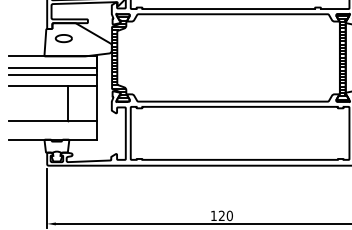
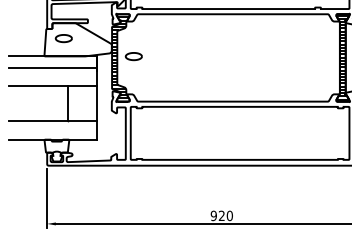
part at (133, 56): none -> present
line at (52, 74): present -> none
text at (213, 215): 120 -> 920
